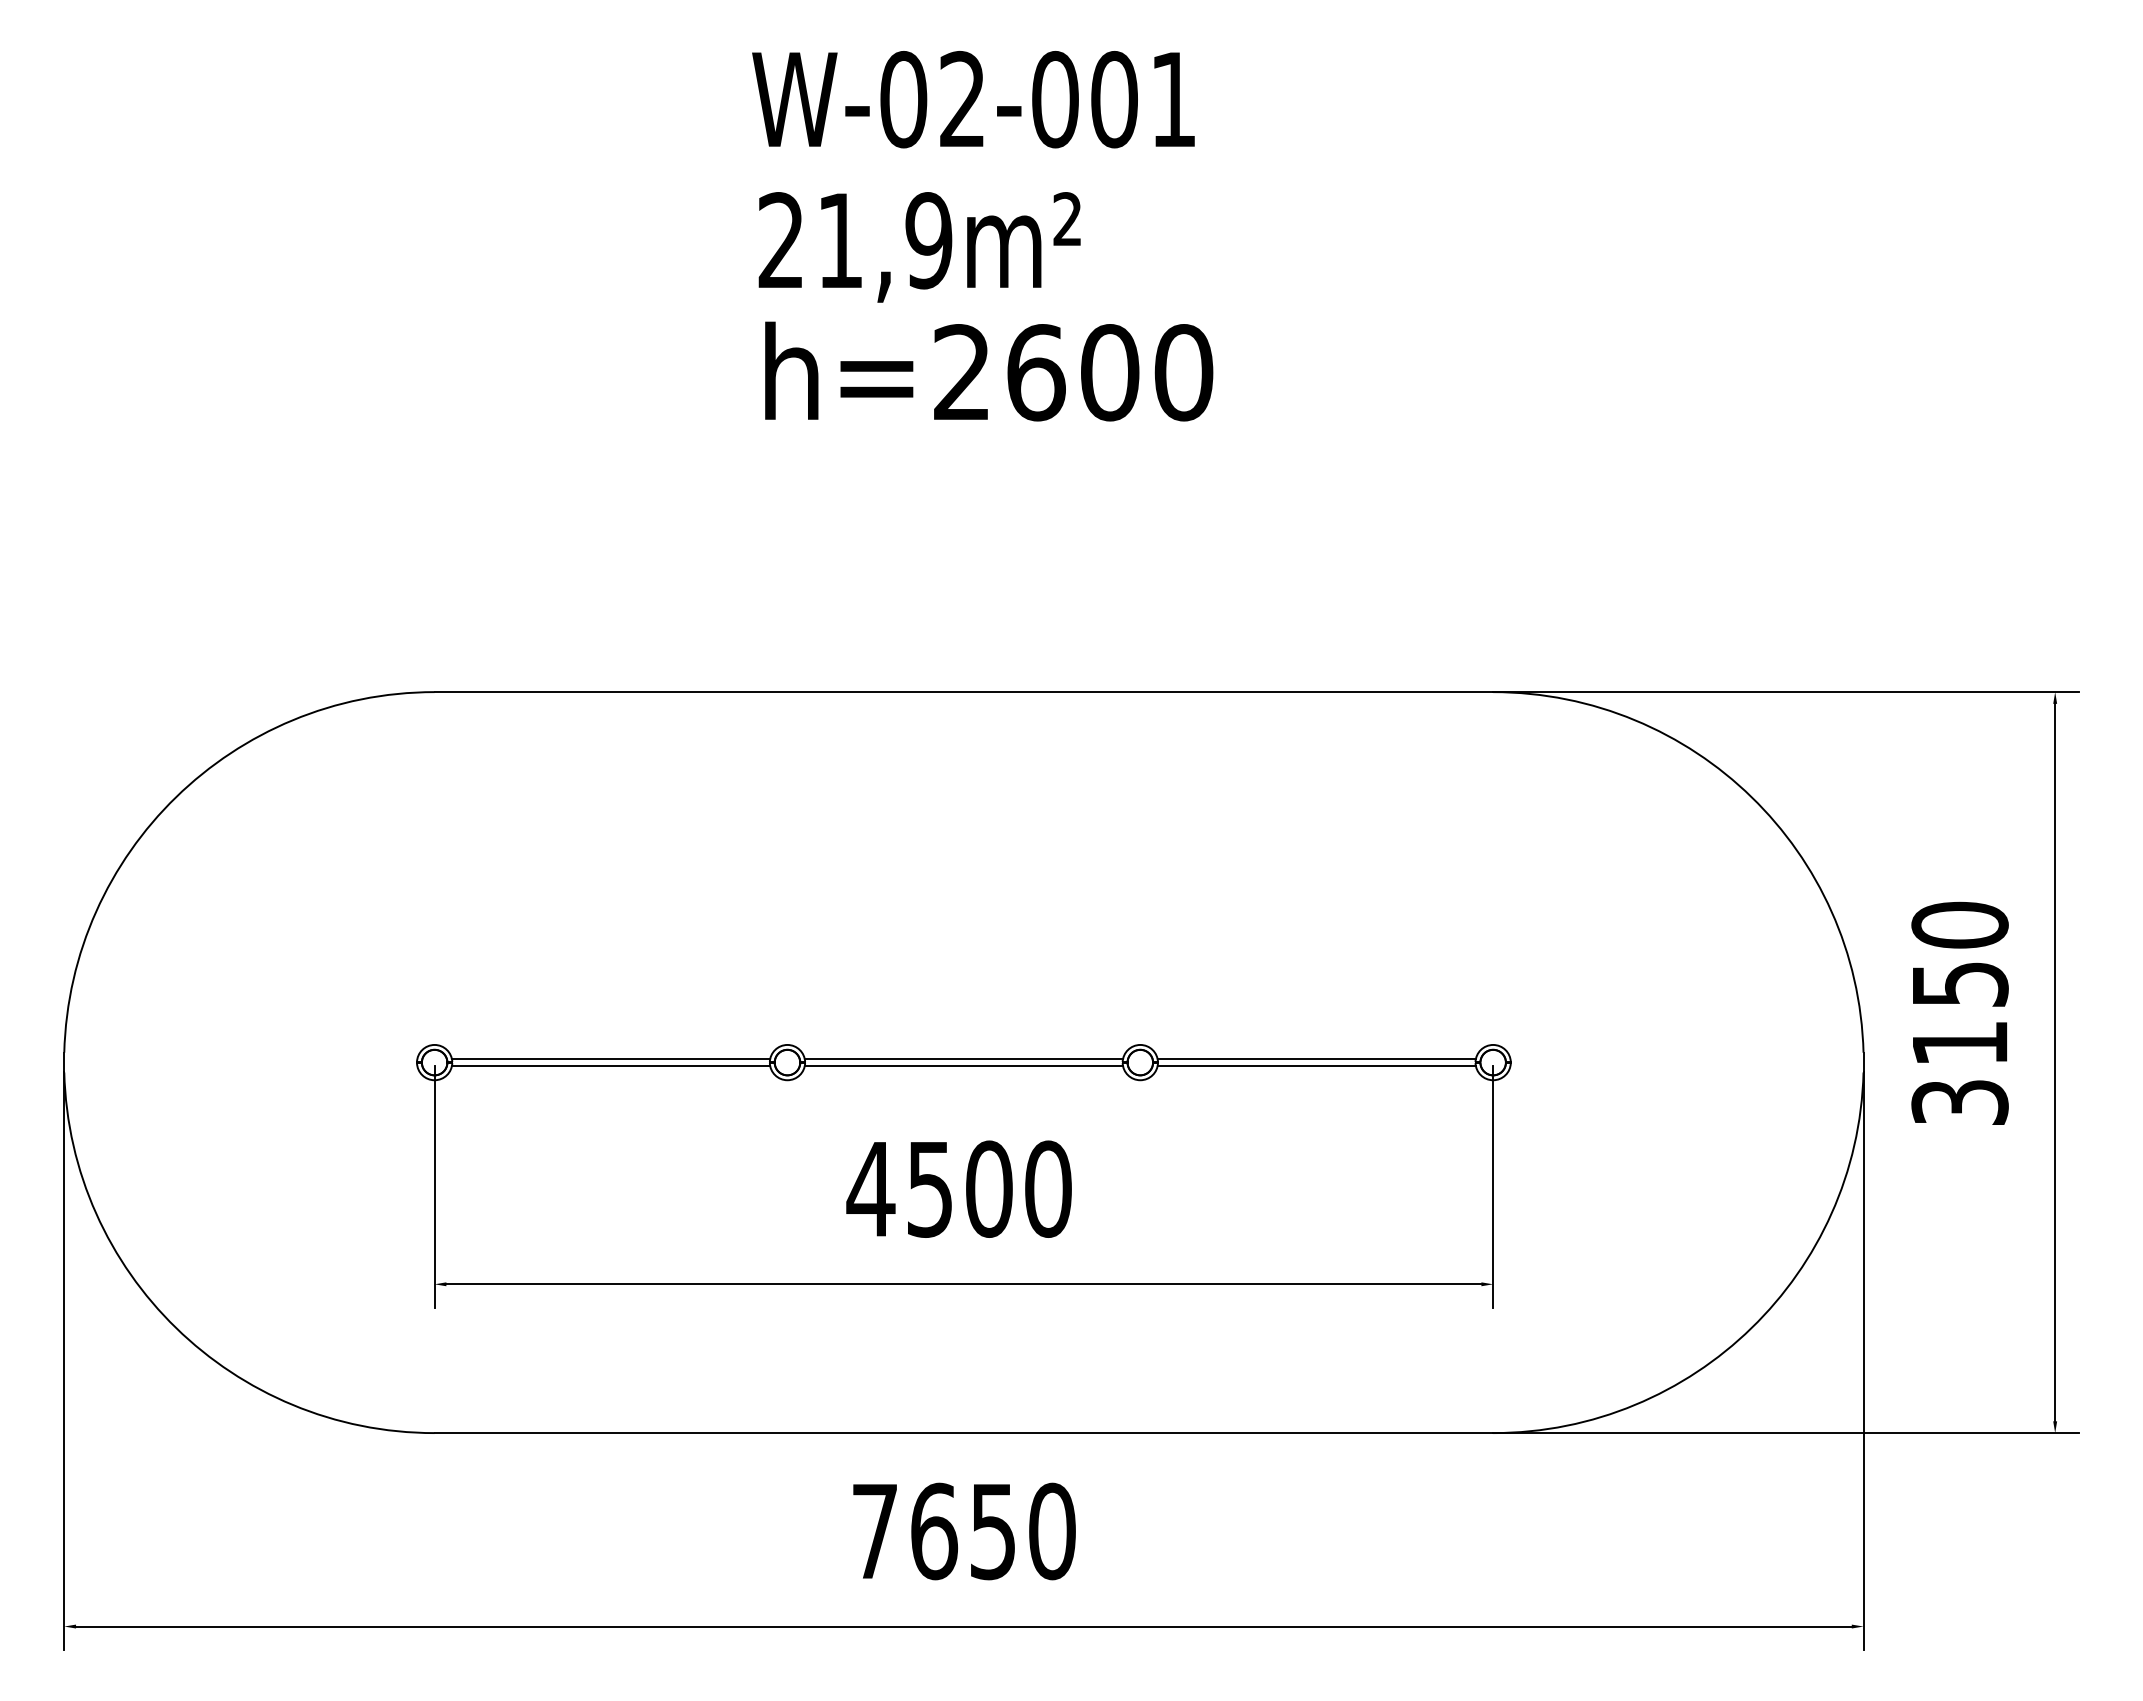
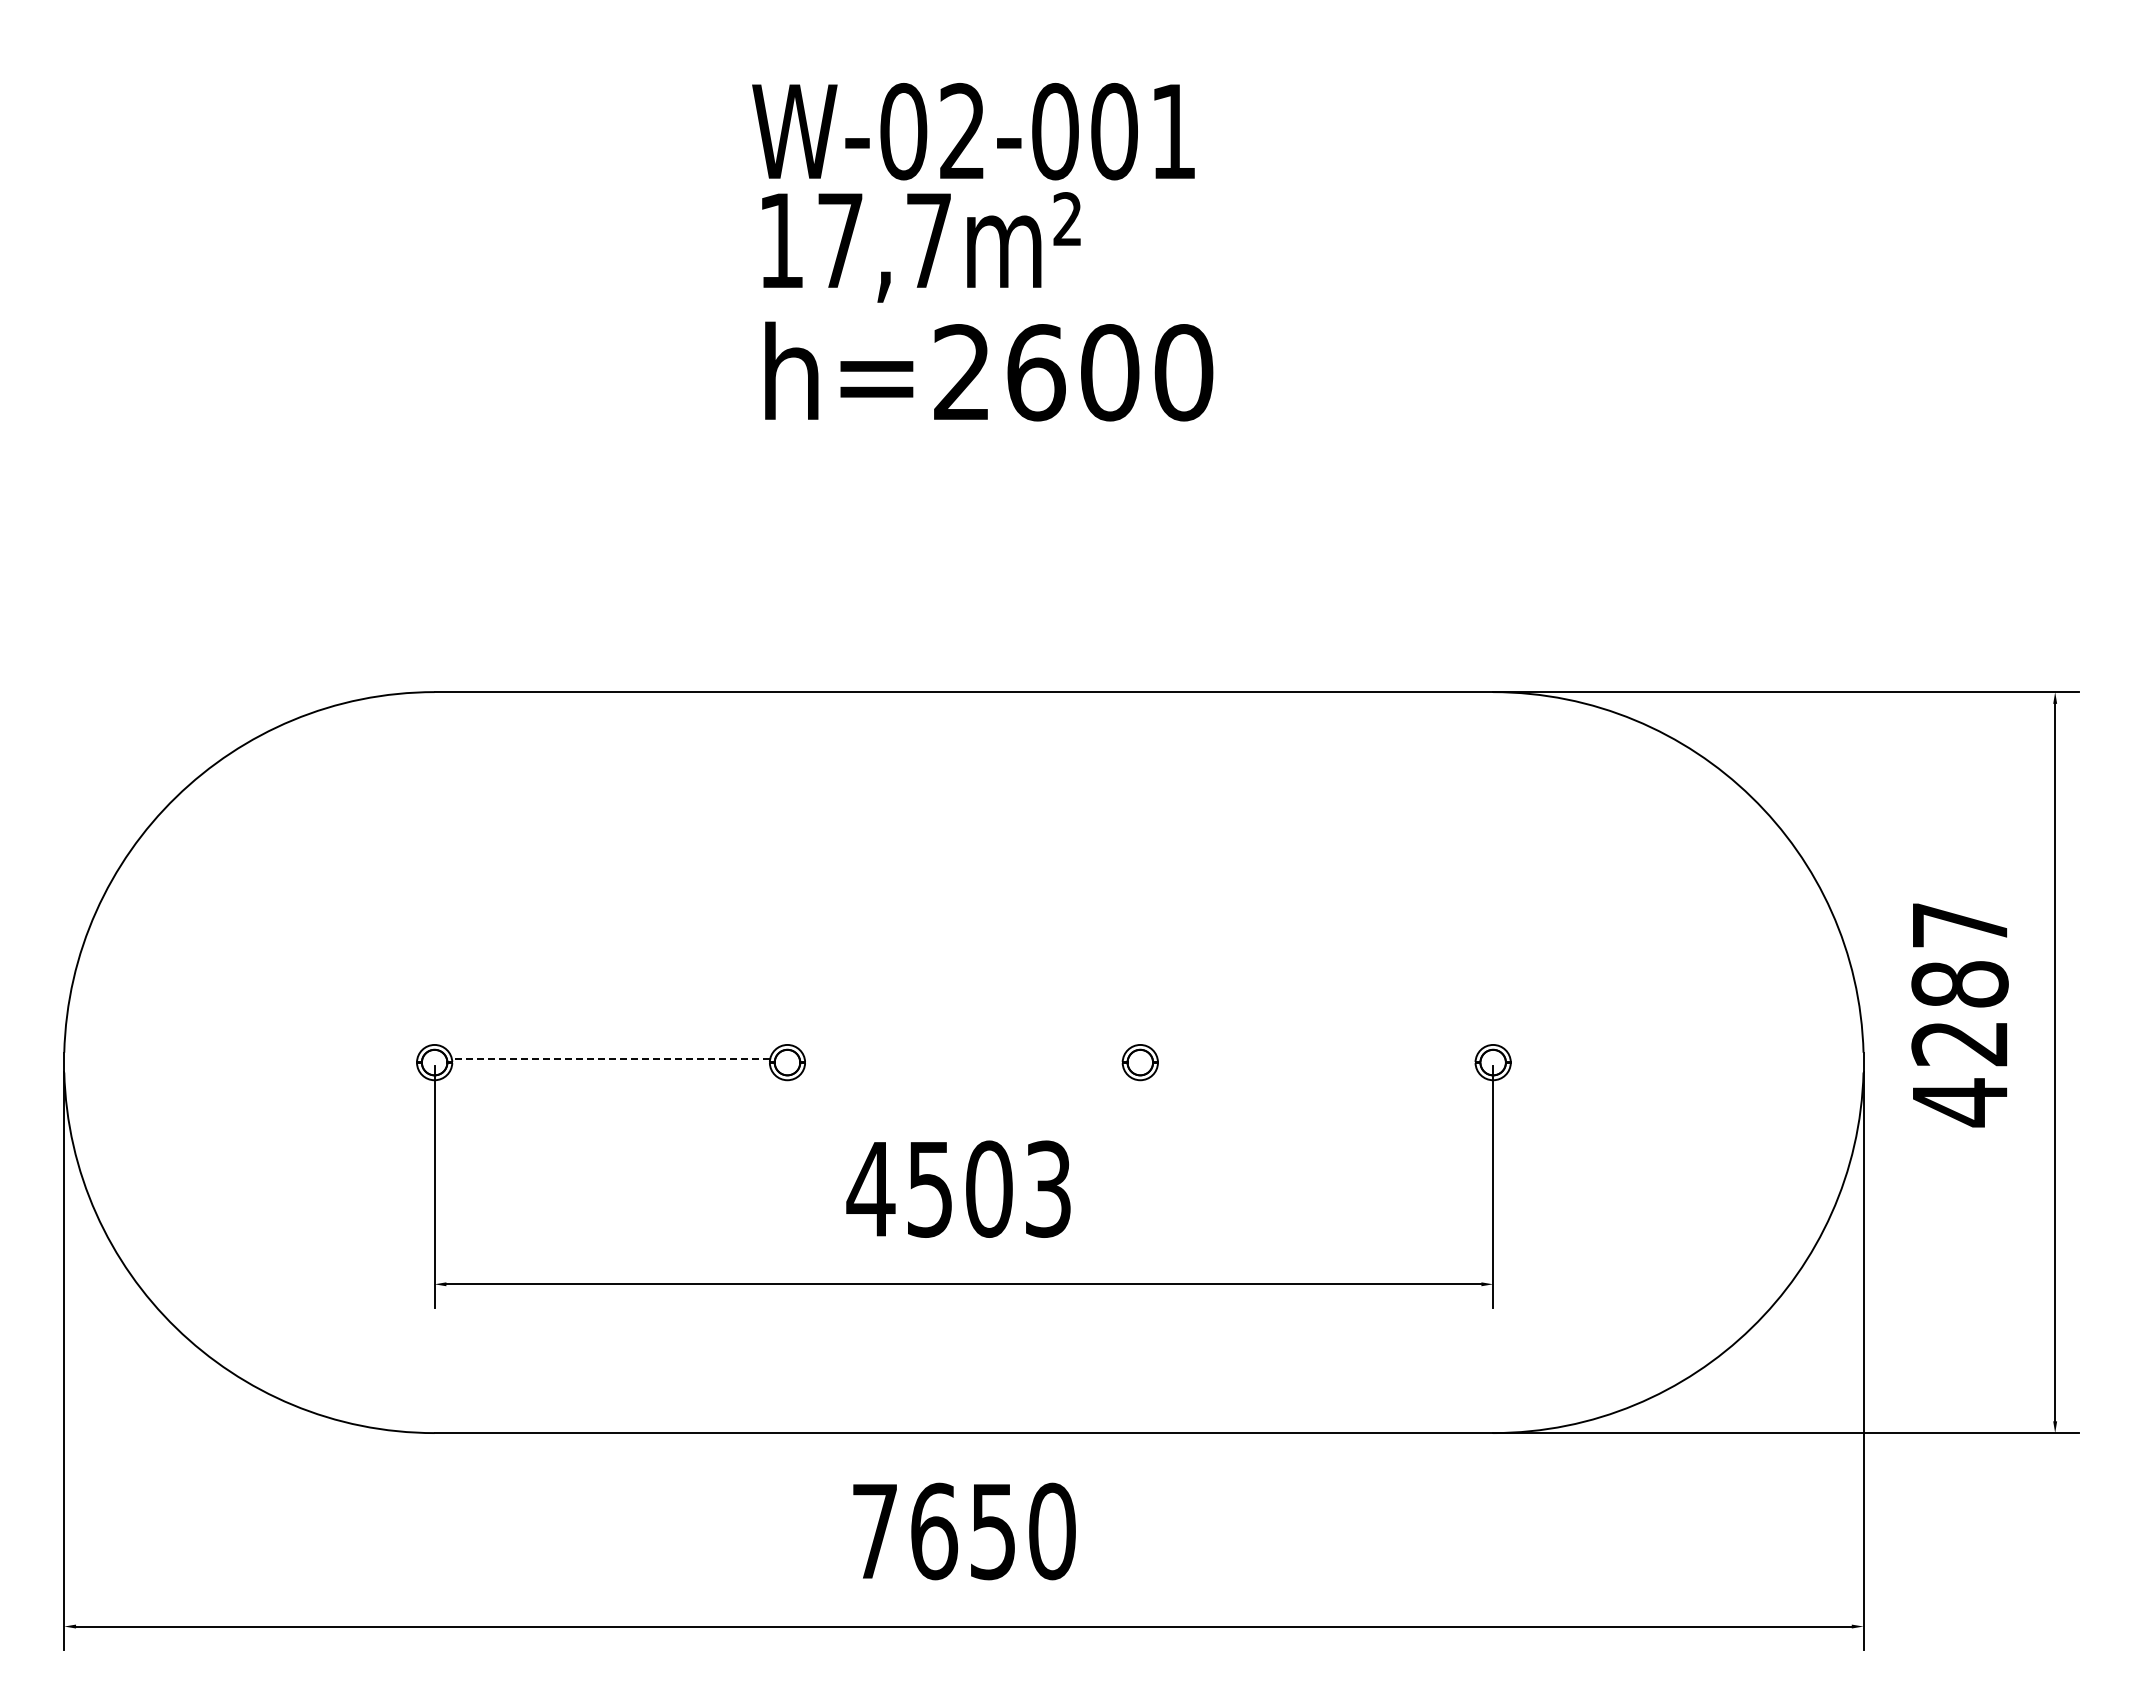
text at (973, 99) position: (973, 99) -> (973, 131)
text at (855, 240): 21,9m² -> 17,7m²
text at (1959, 1014): 3150 -> 4287
line at (610, 1058): solid -> dashed
line at (963, 1058): present -> none
line at (1316, 1058): present -> none
line at (610, 1066): present -> none
line at (963, 1066): present -> none
line at (1316, 1066): present -> none
text at (1048, 1188): 4500 -> 4503
